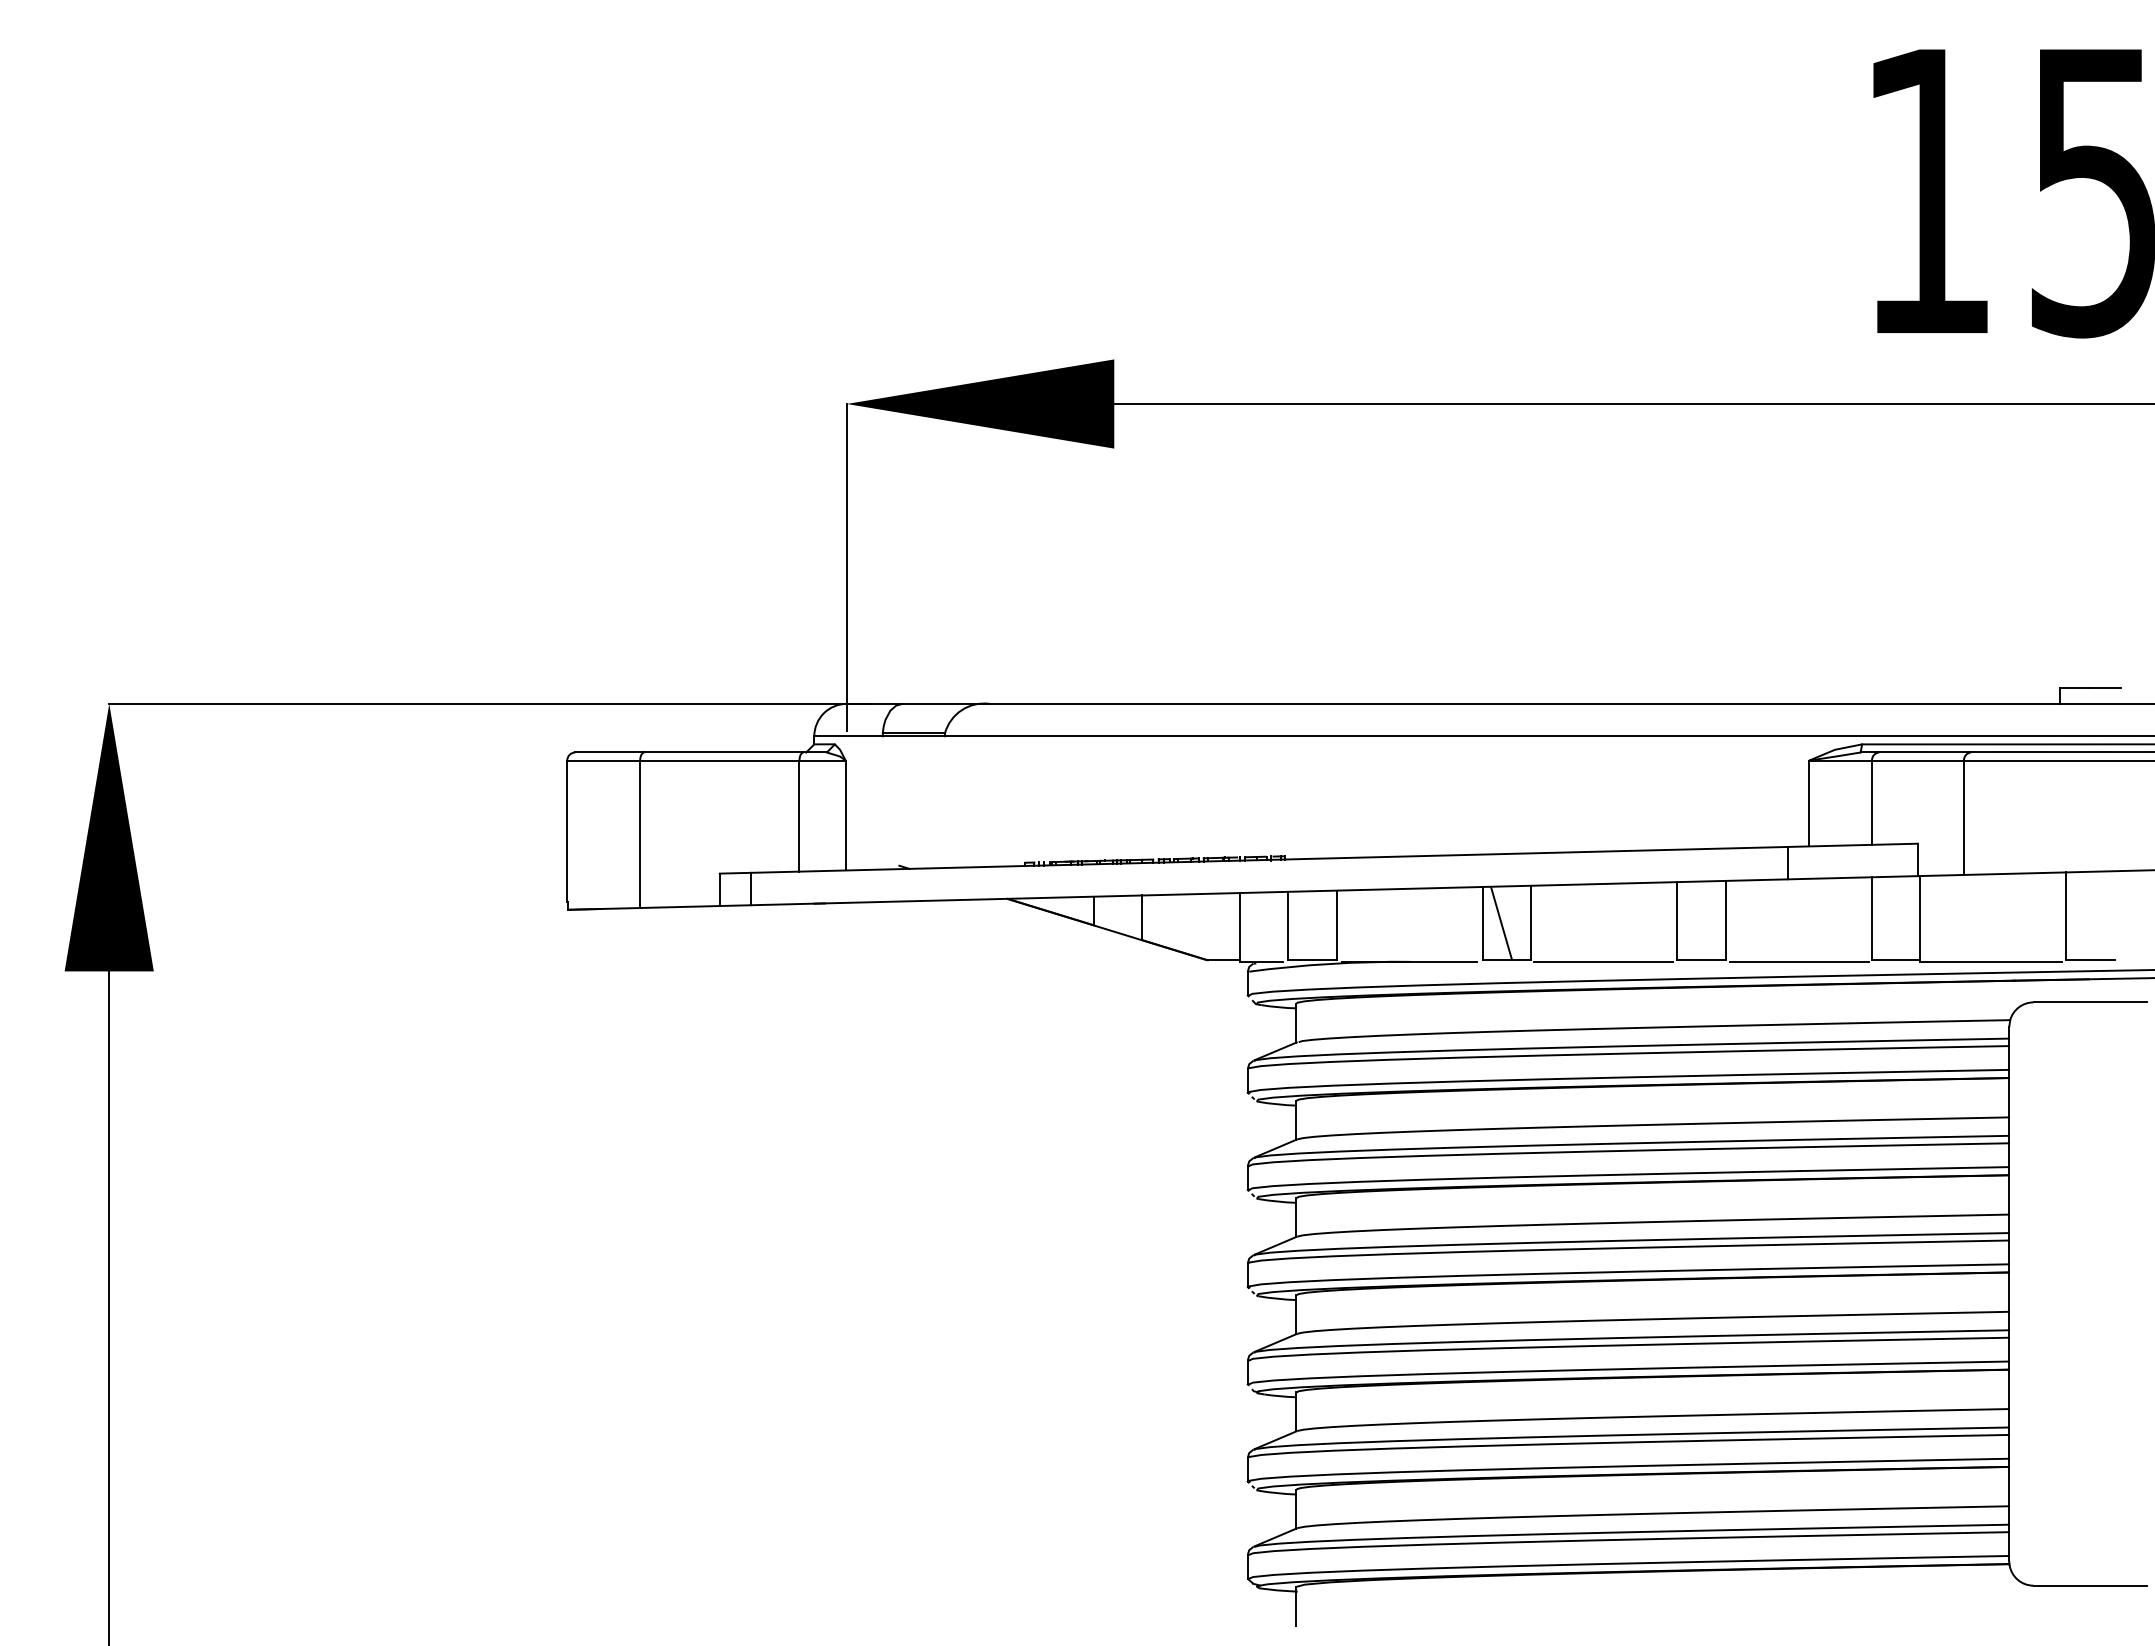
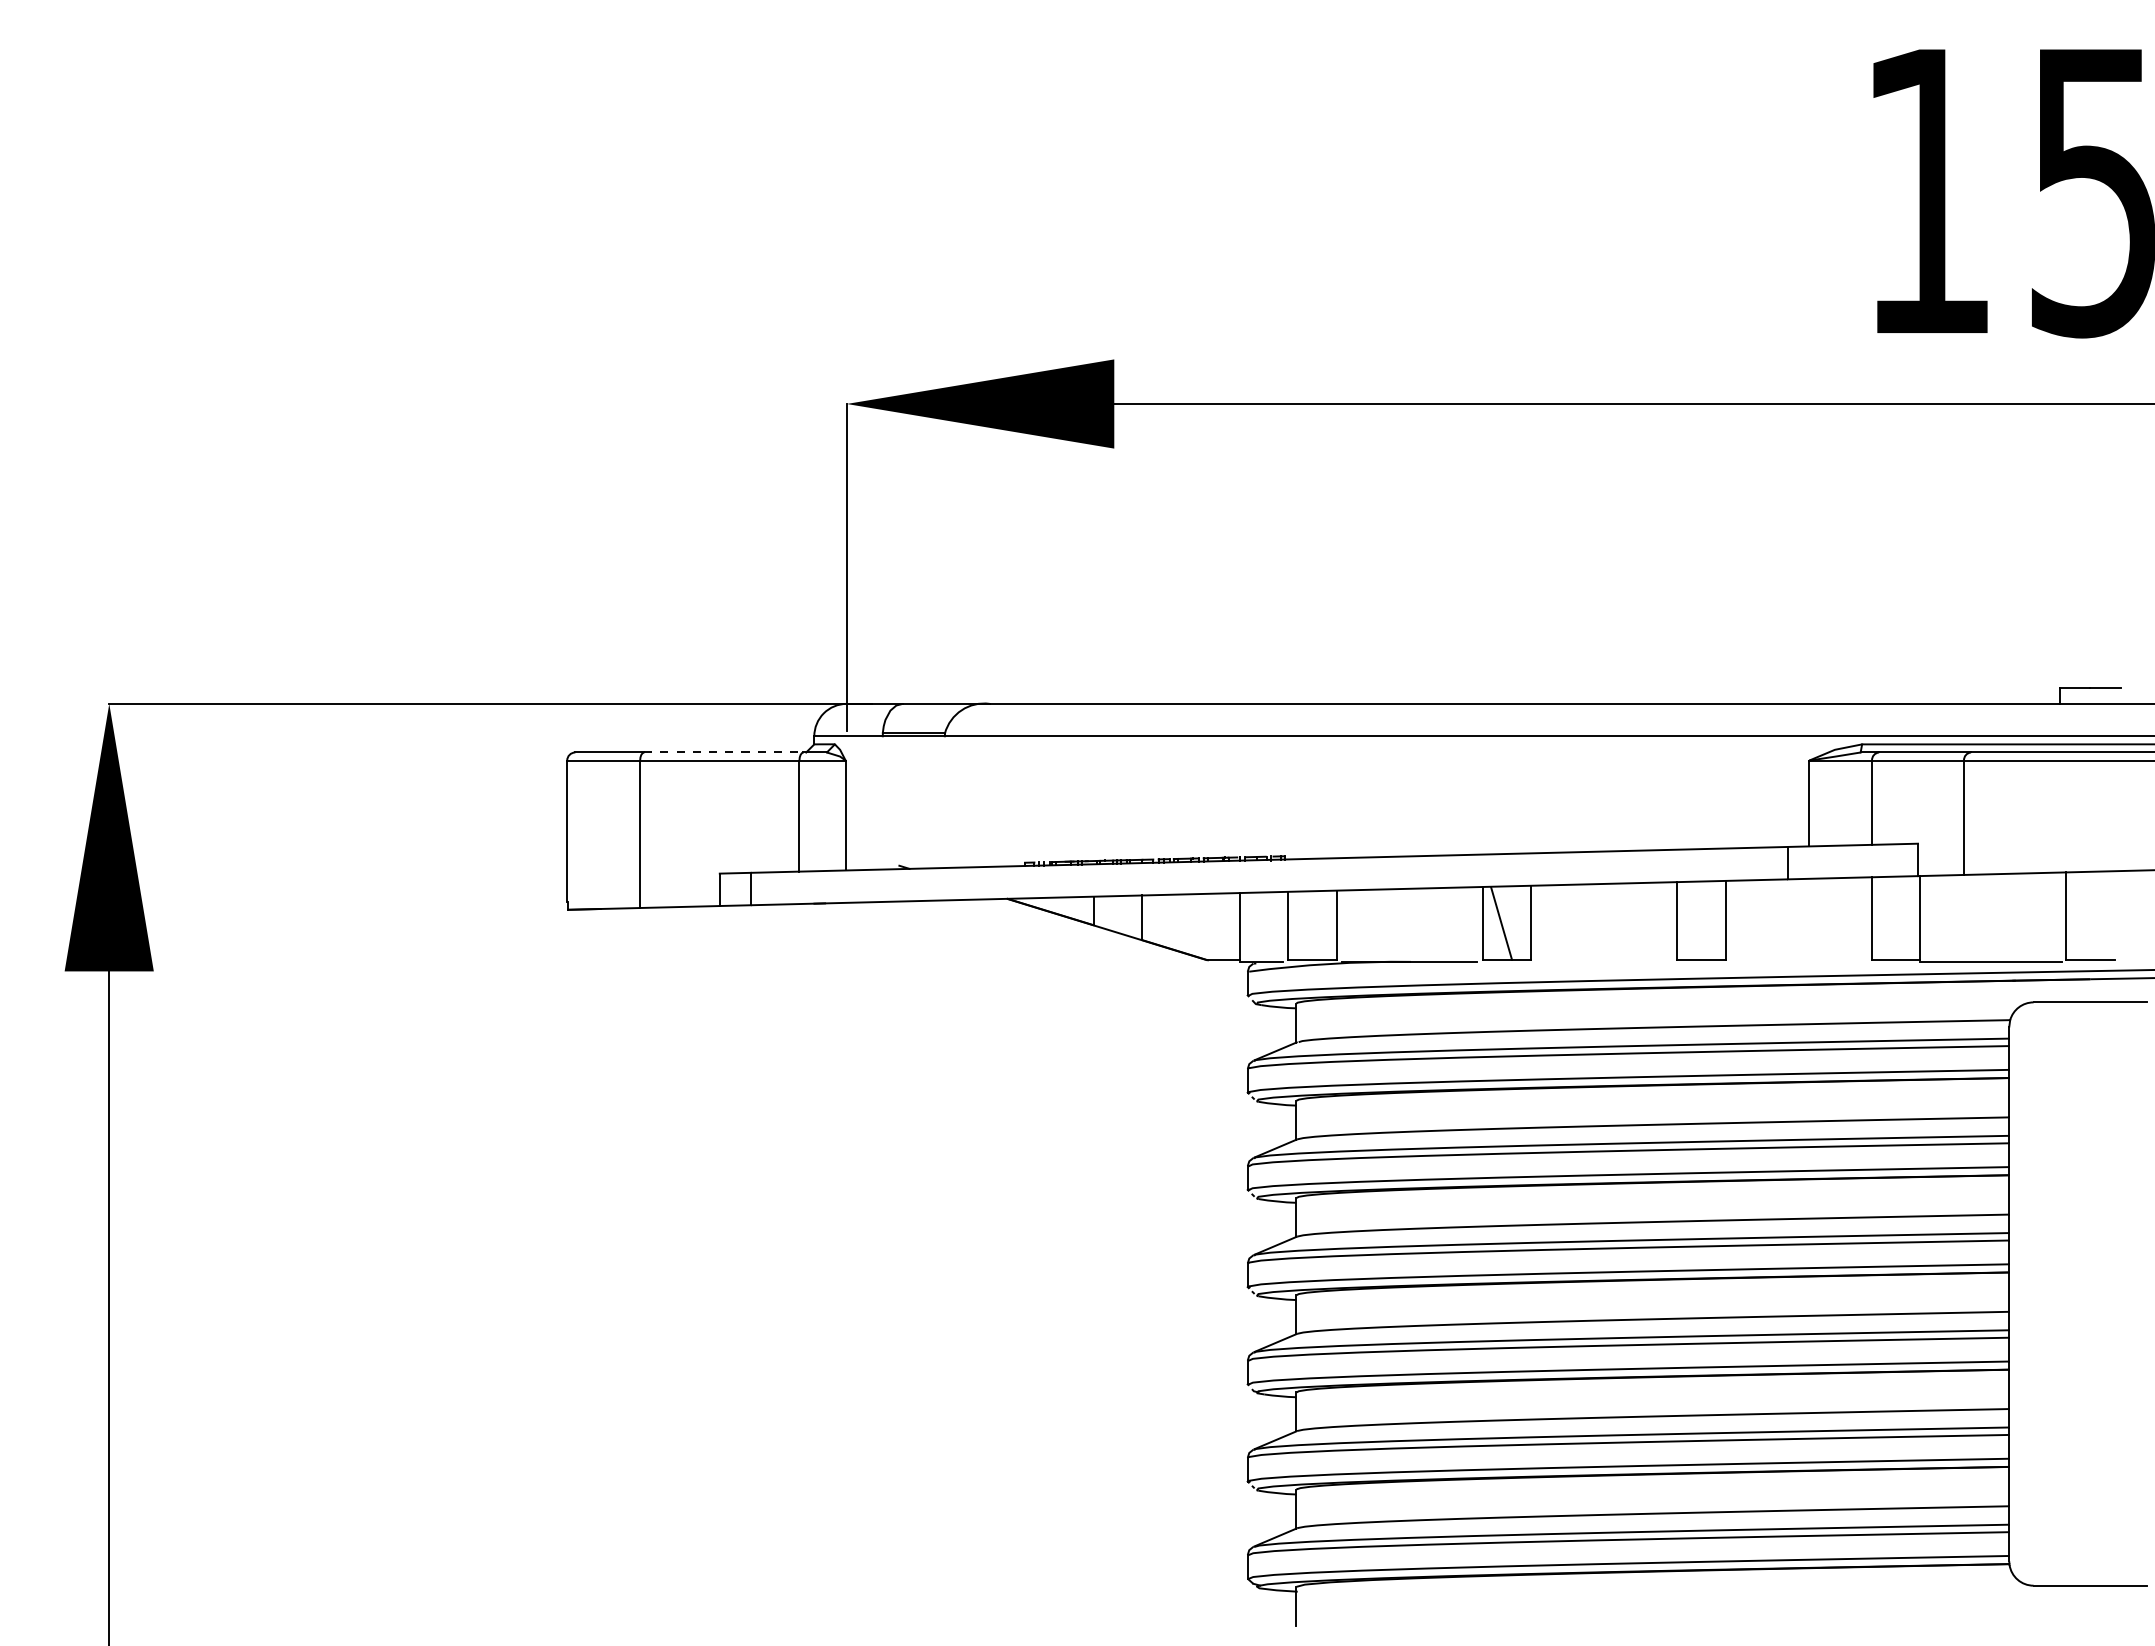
line at (723, 752): solid -> dashed
line at (1603, 961): present -> none
line at (1799, 961): present -> none
